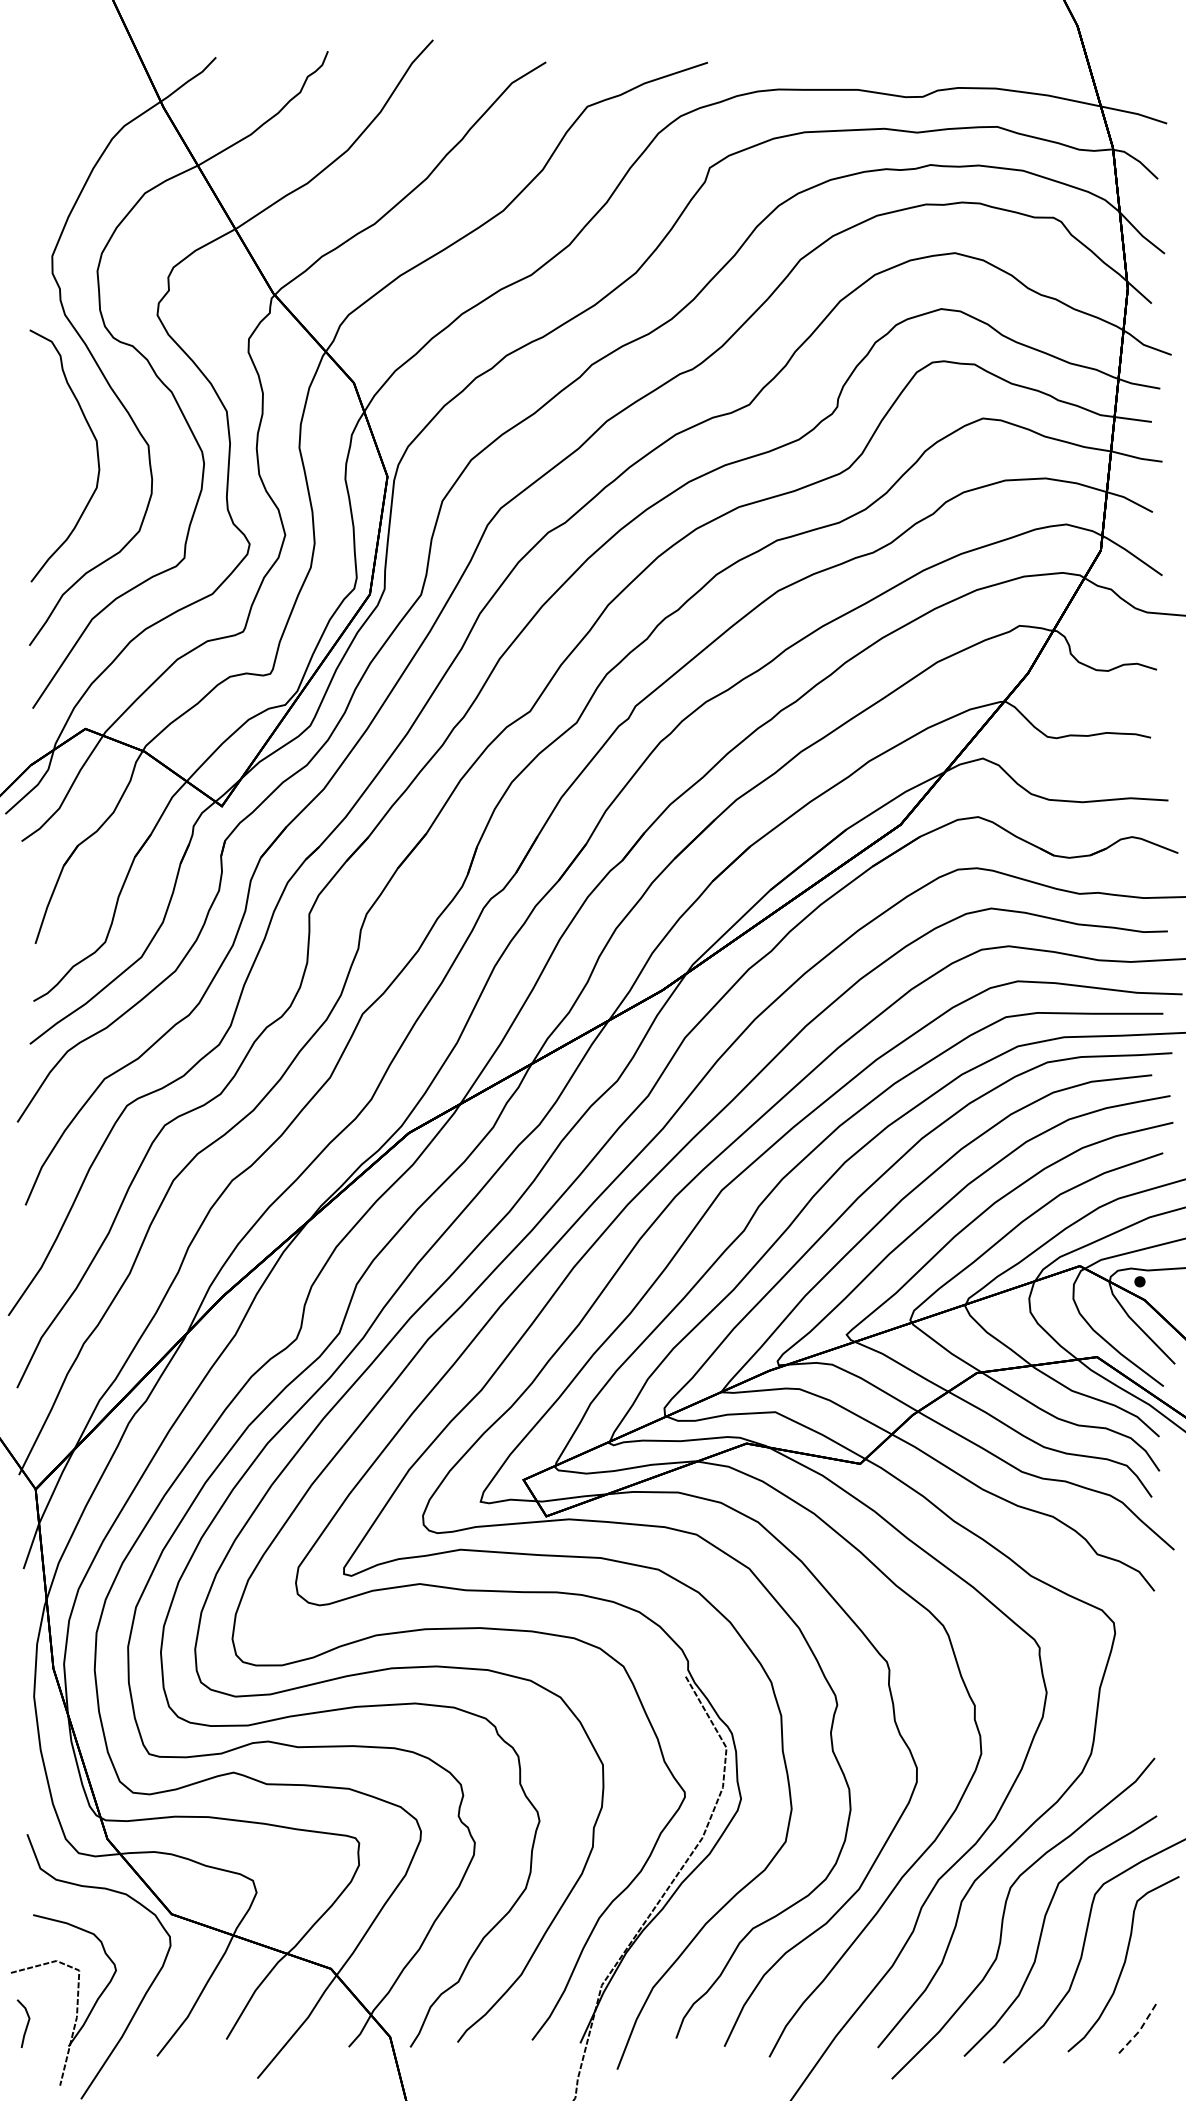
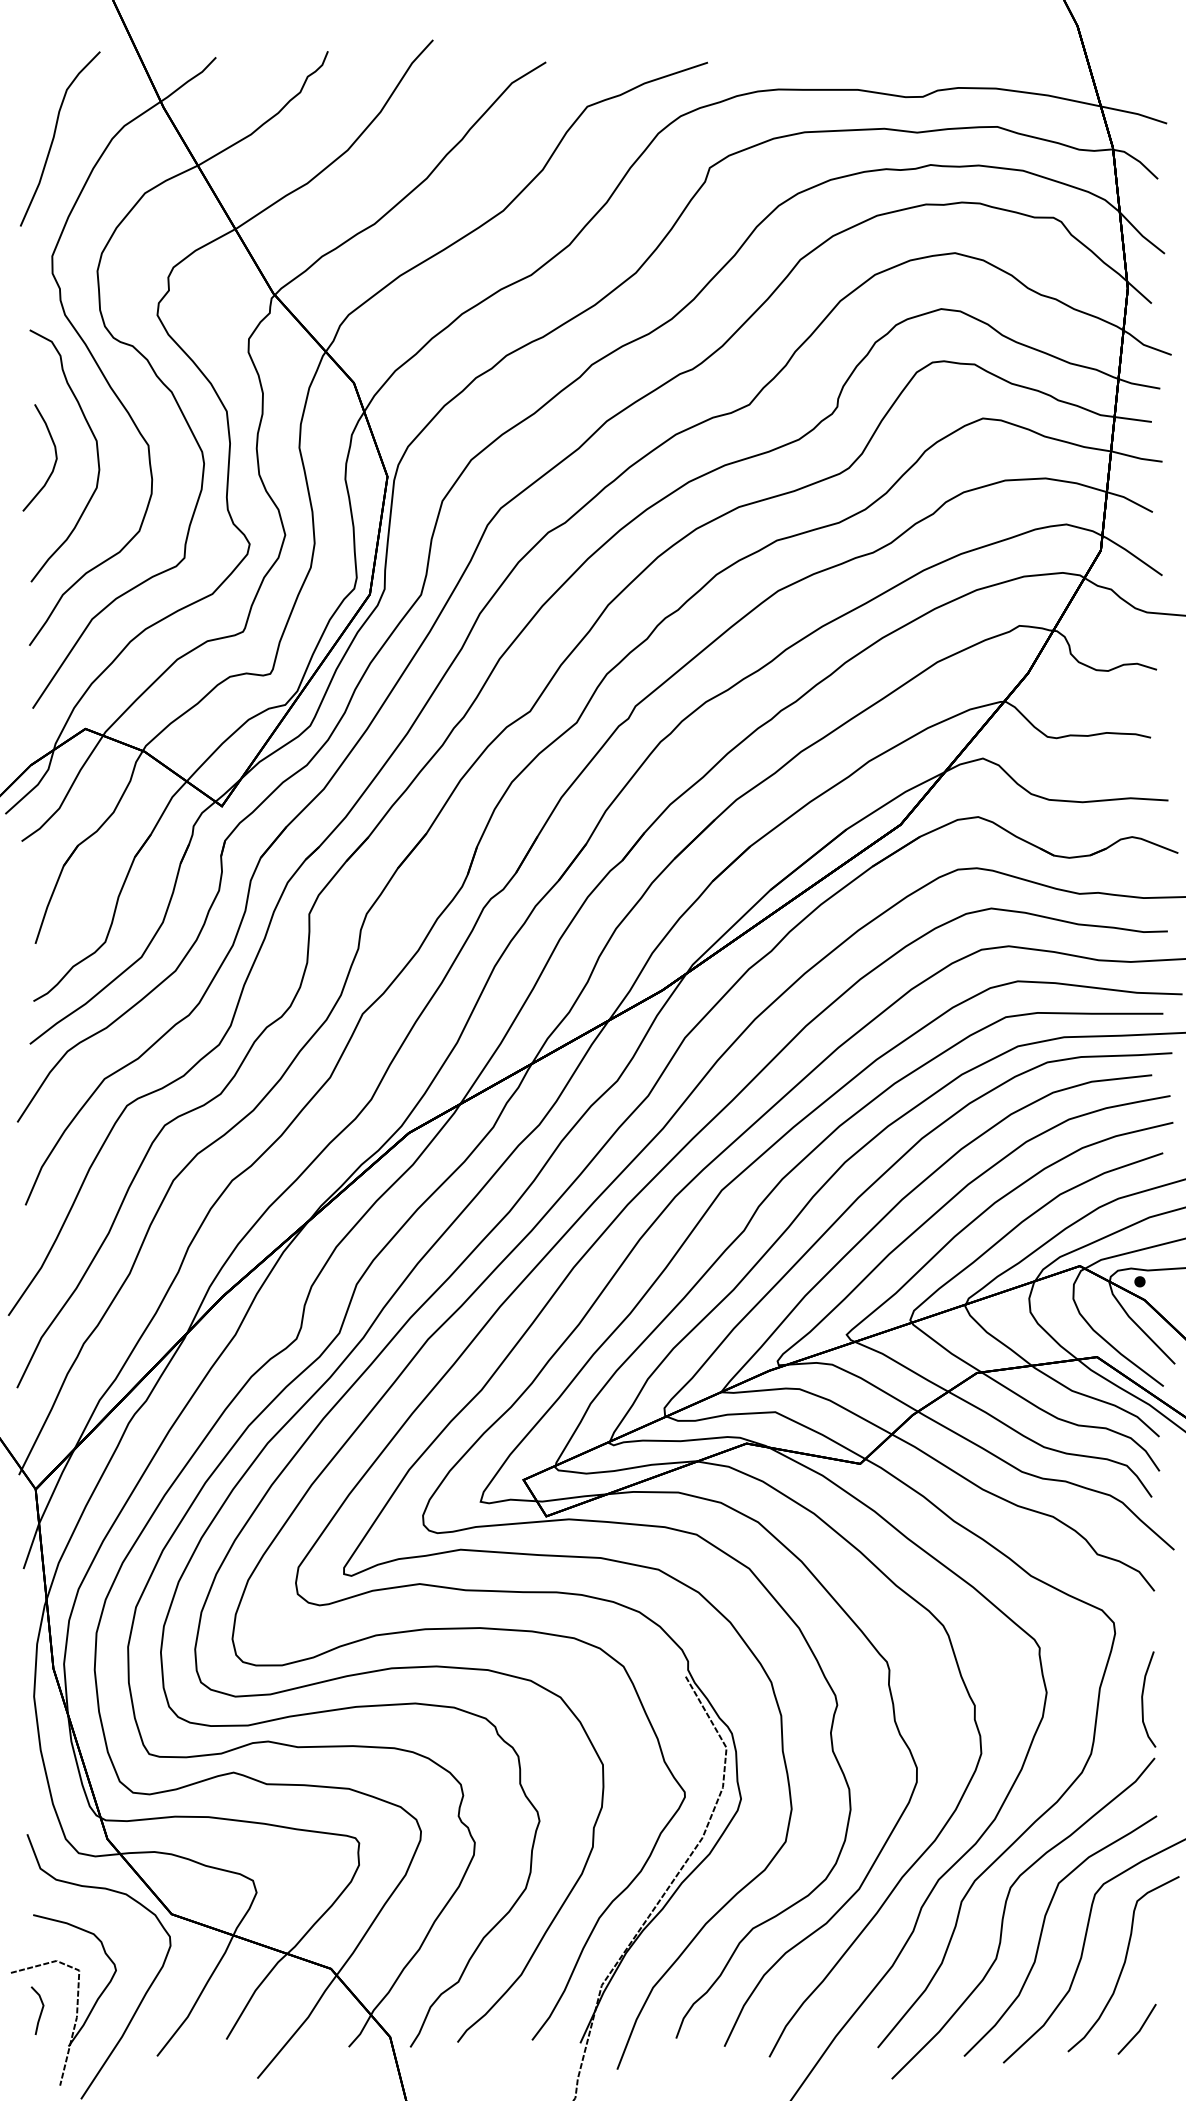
curve at (55, 135): none -> present
curve at (54, 462): none -> present
curve at (1143, 1699): none -> present
line at (26, 2024) position: (26, 2024) -> (40, 2011)
line at (1139, 2031): dashed -> solid
